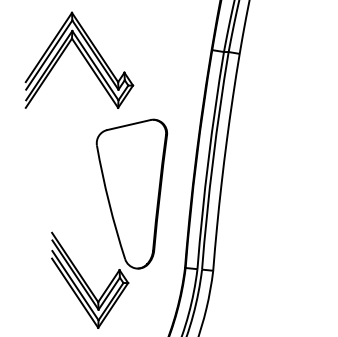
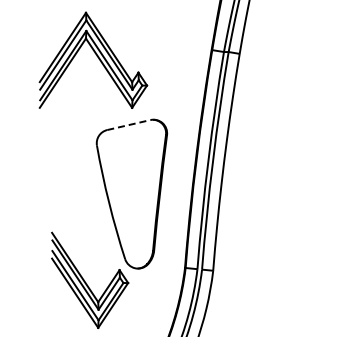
part at (79, 59) position: (79, 59) -> (93, 59)
line at (129, 124): solid -> dashed
